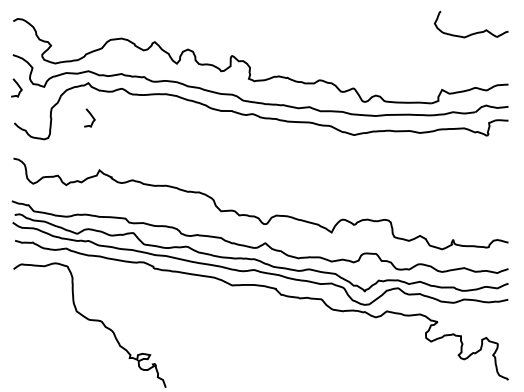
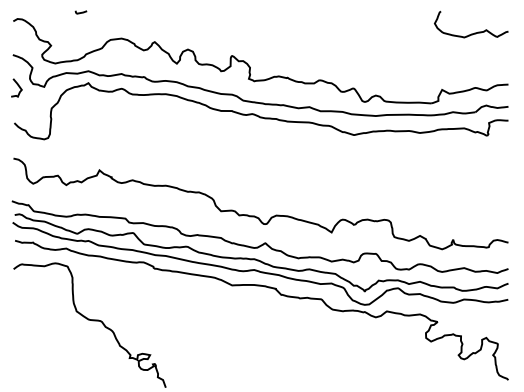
curve at (80, 12): none -> present
curve at (91, 117): present -> none
